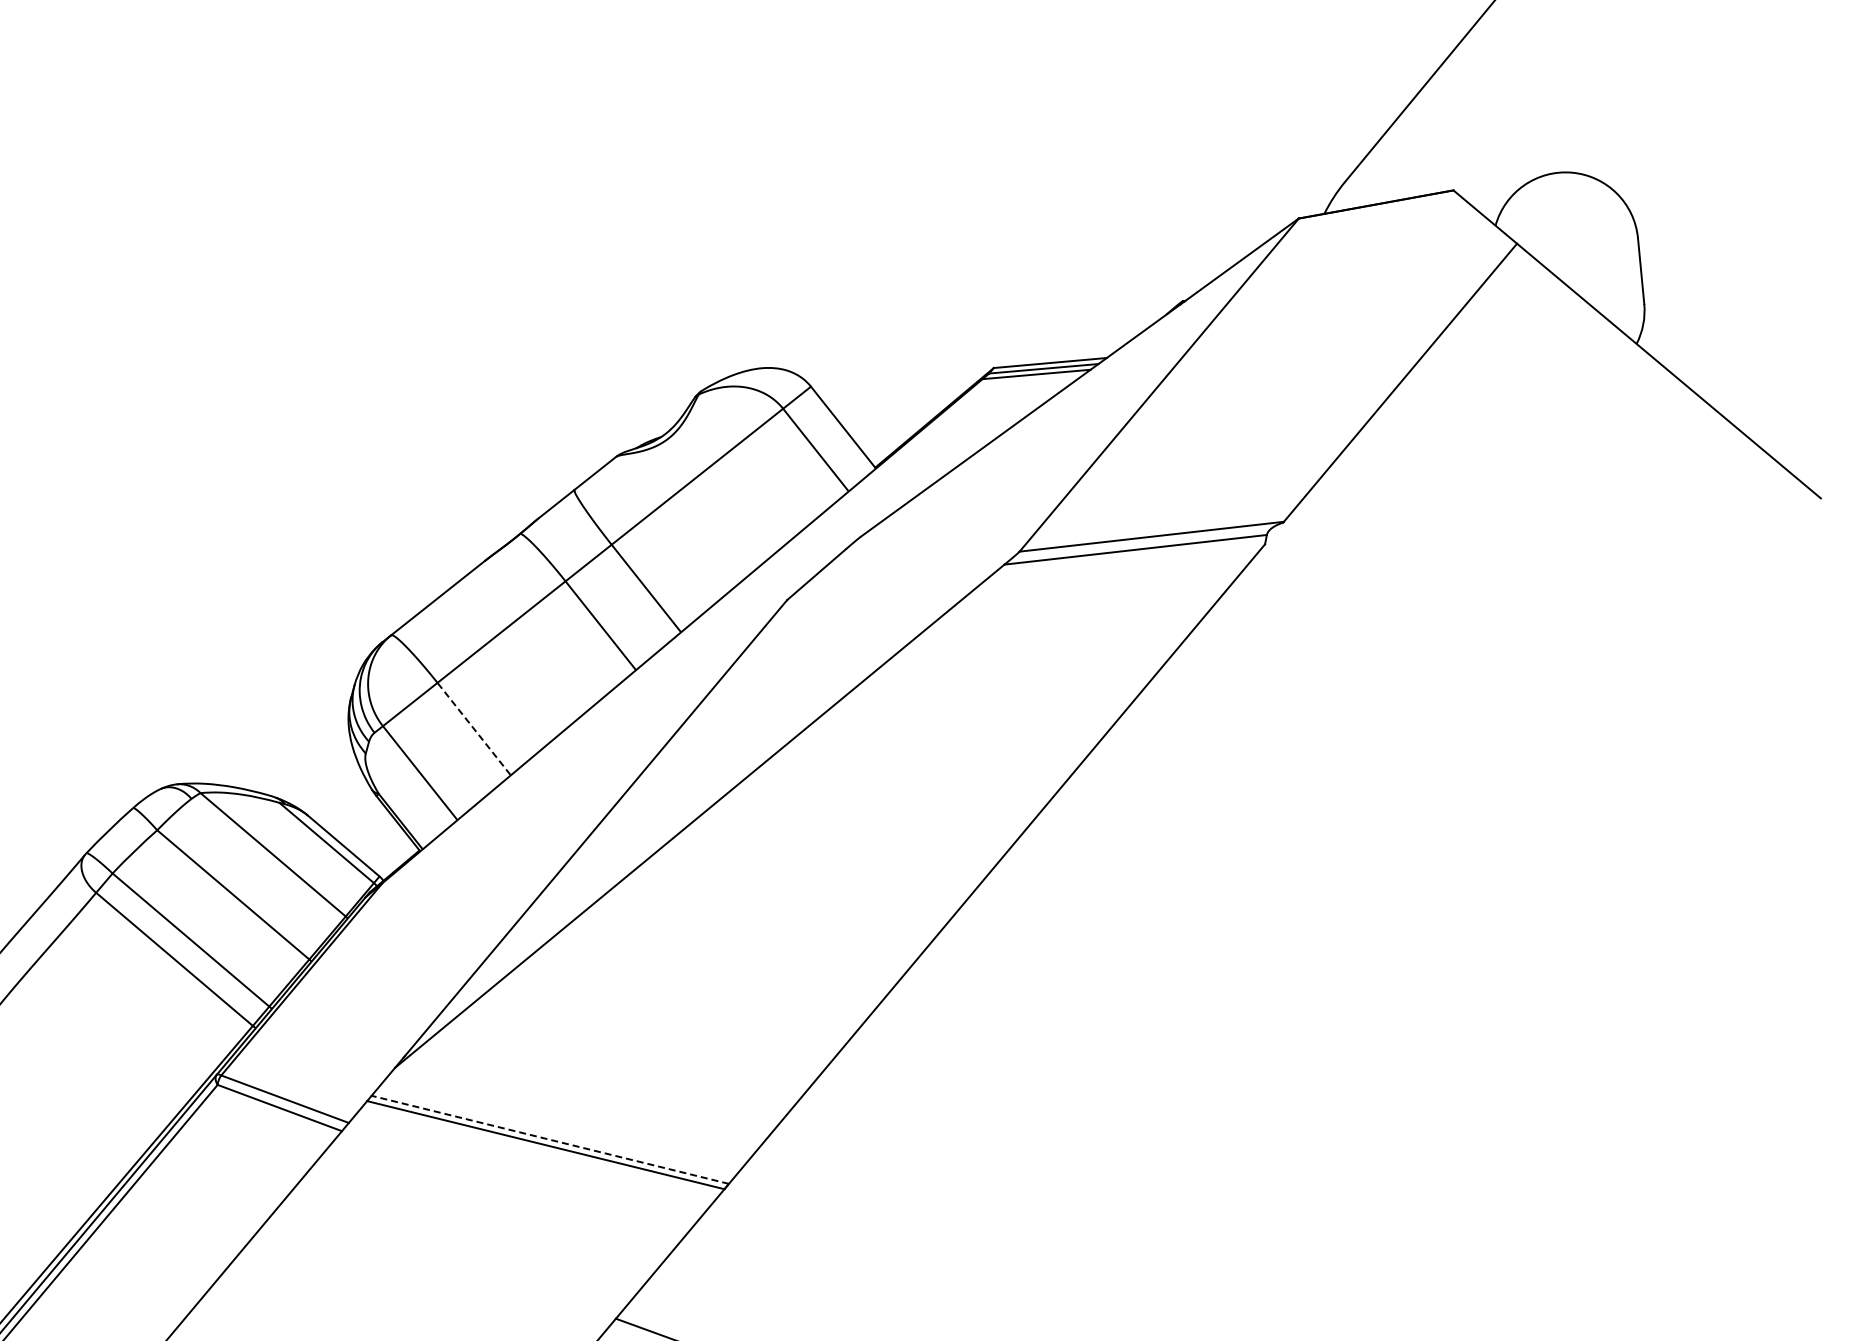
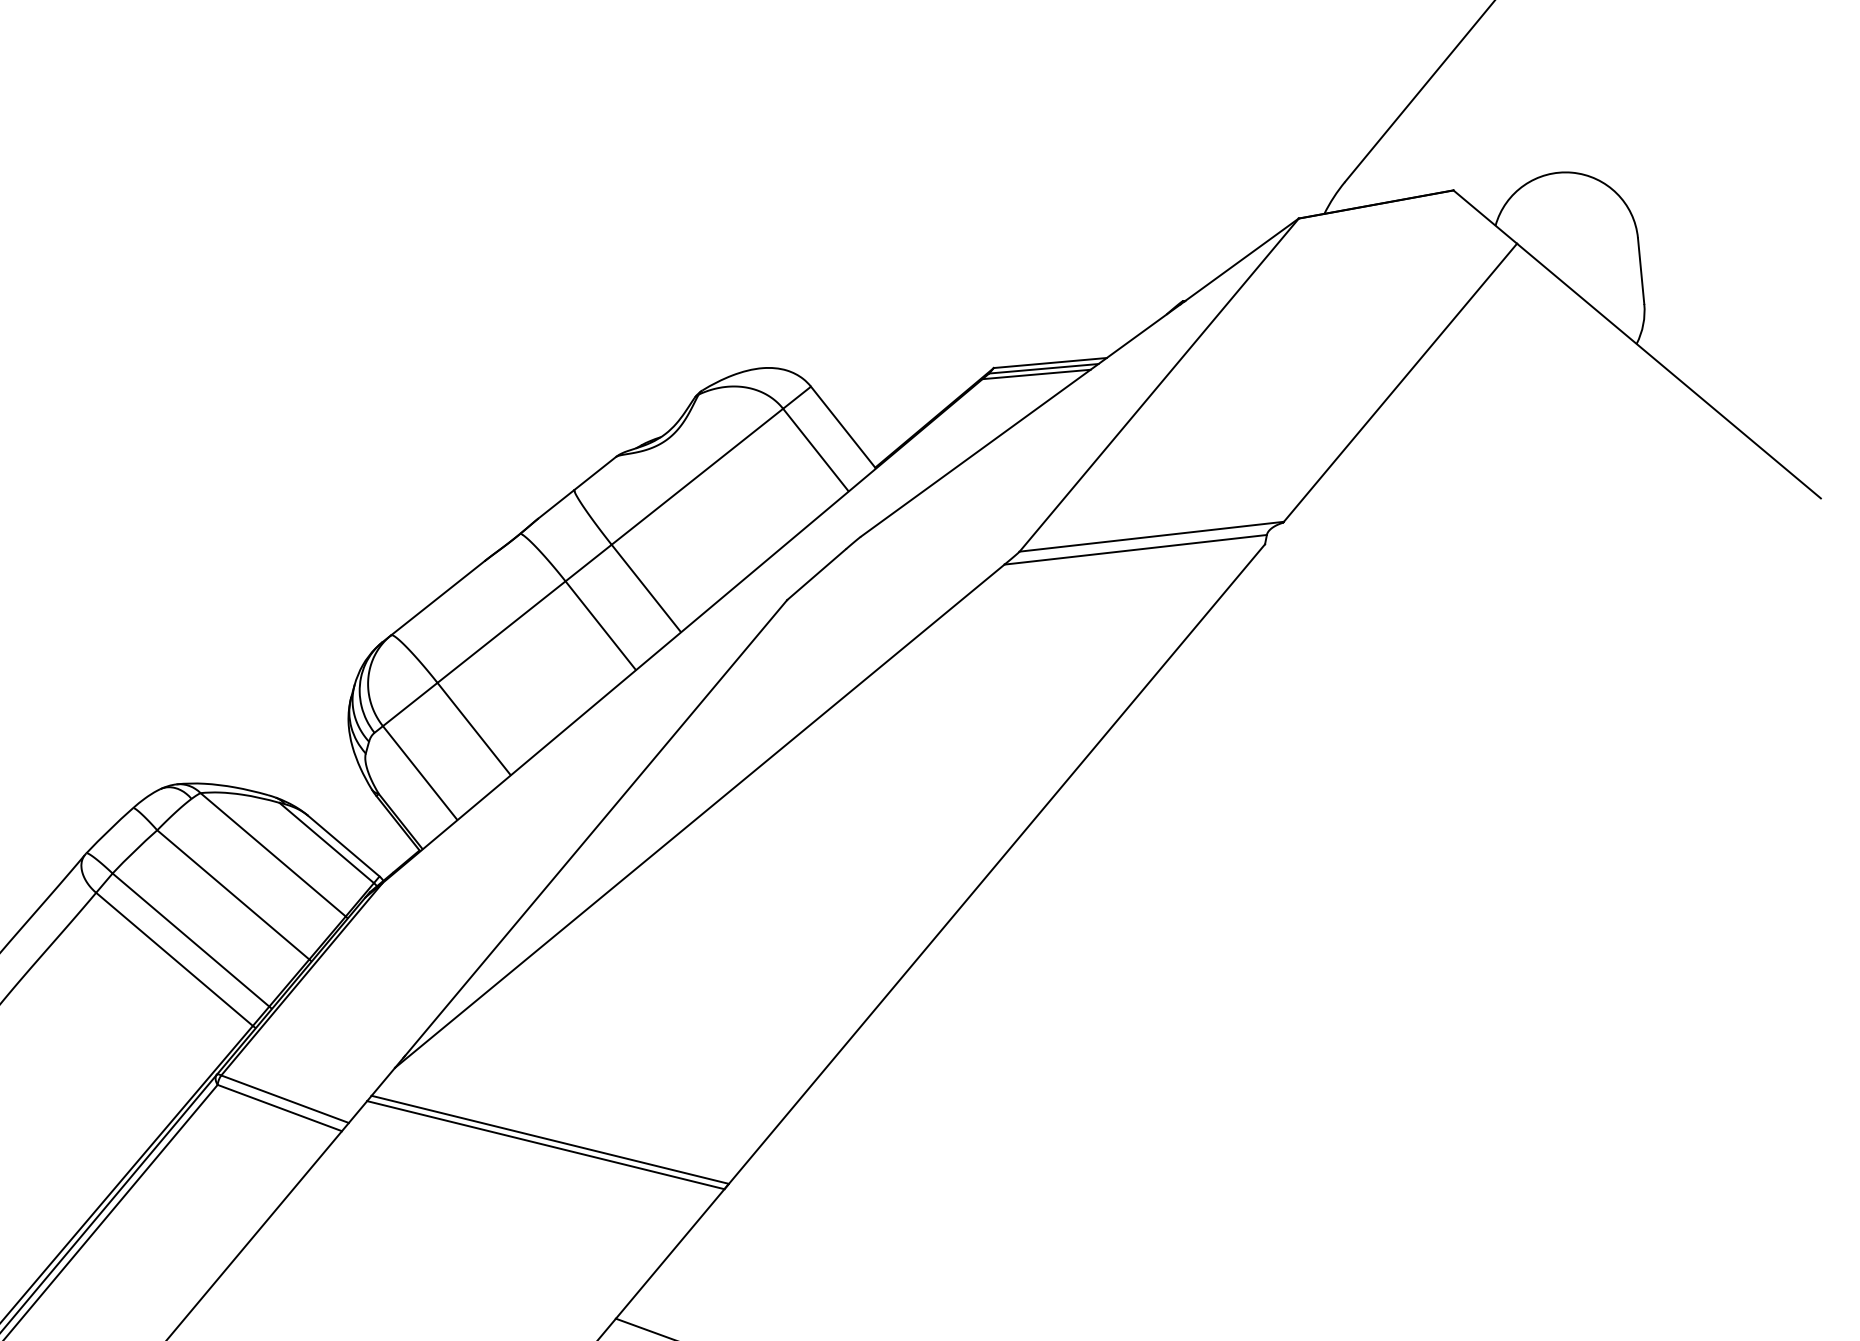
line at (474, 728): dashed -> solid
line at (549, 1139): dashed -> solid
